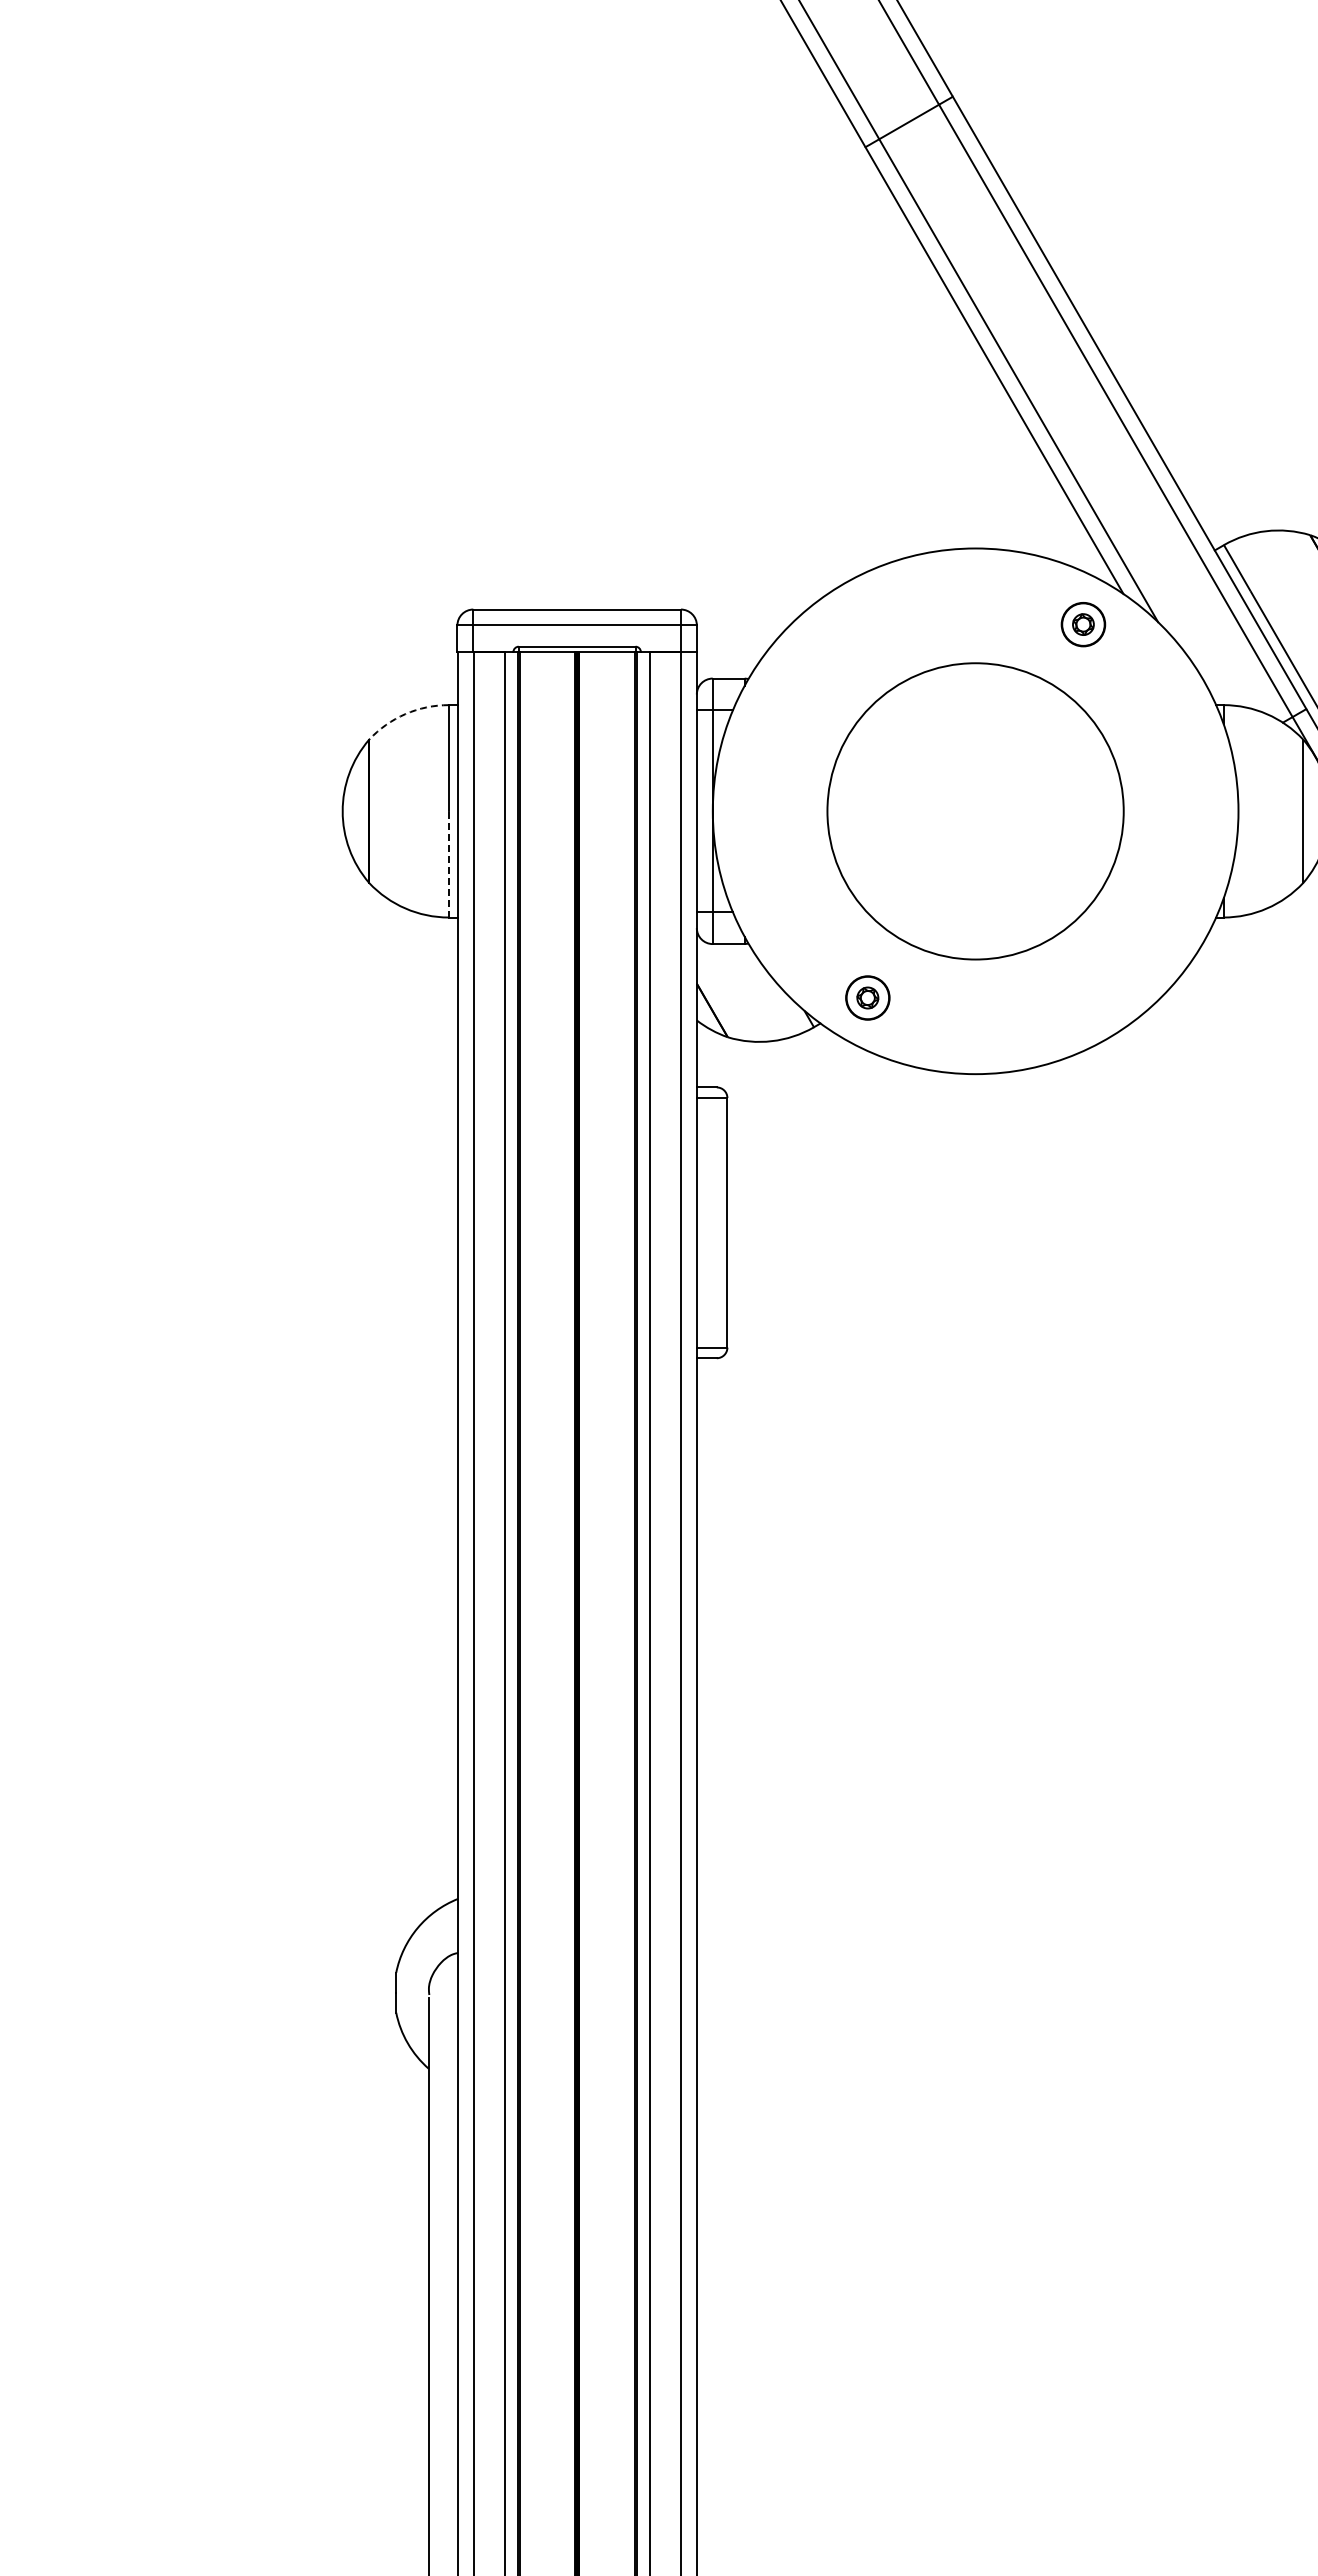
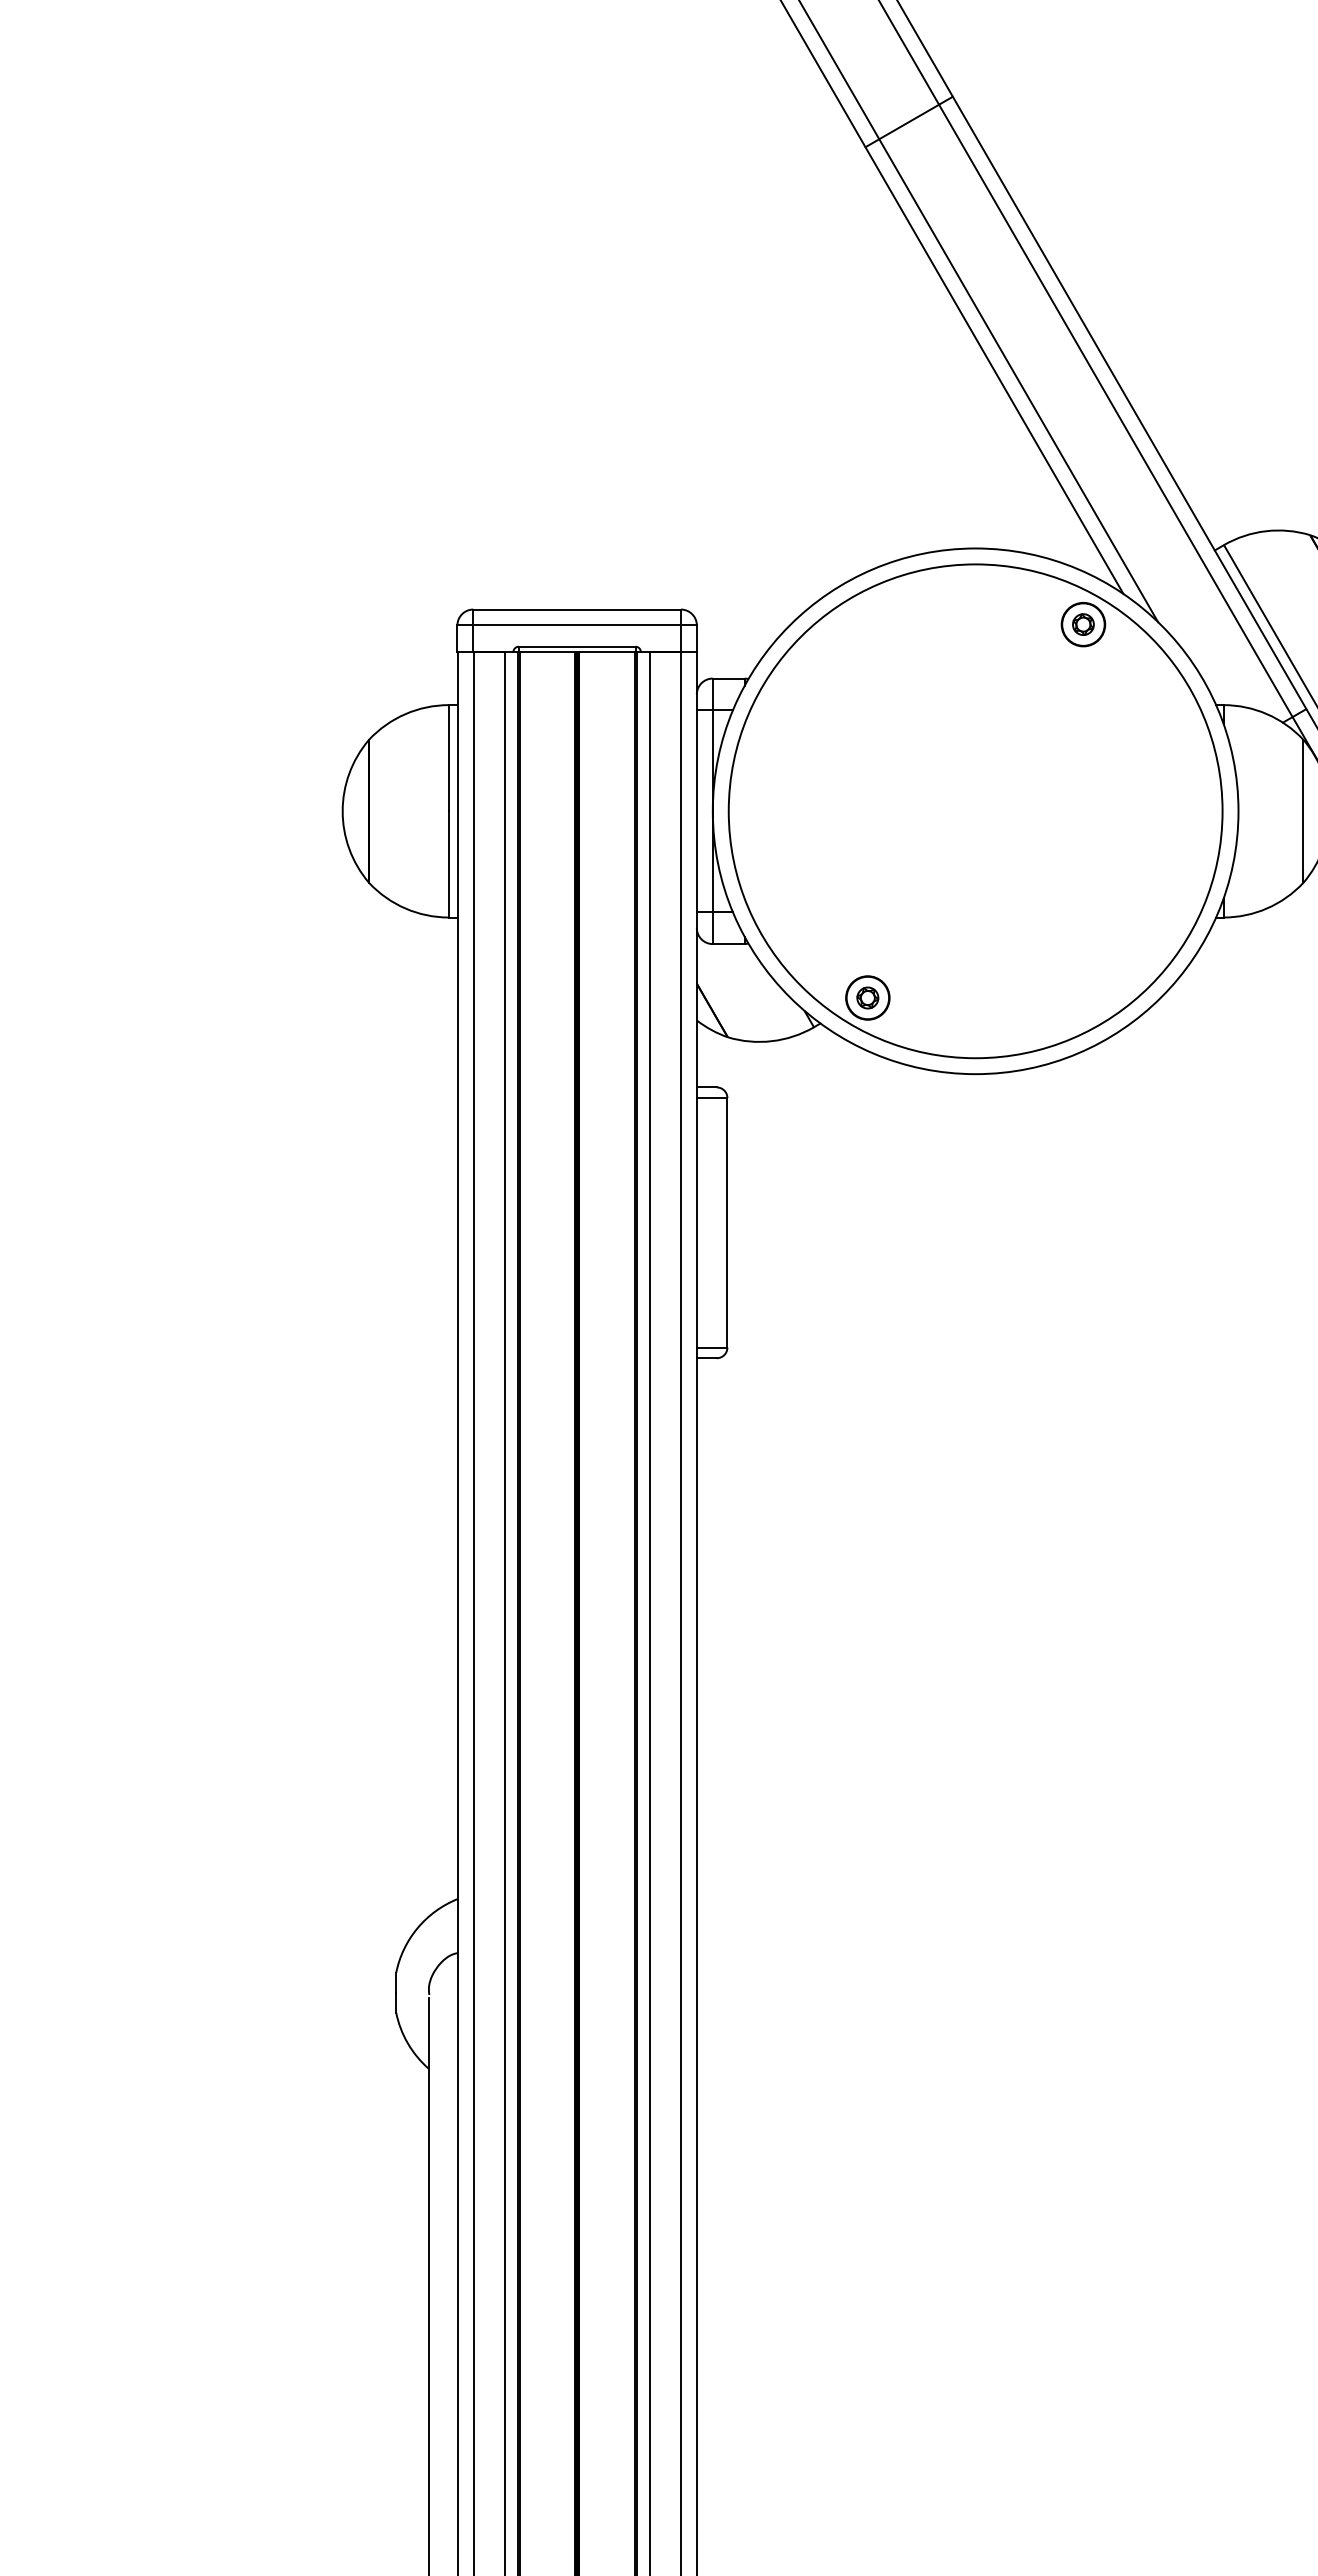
arc at (405, 714): dashed -> solid
circle at (975, 811) size: 299x299 px -> 497x497 px
line at (448, 863): dashed -> solid
